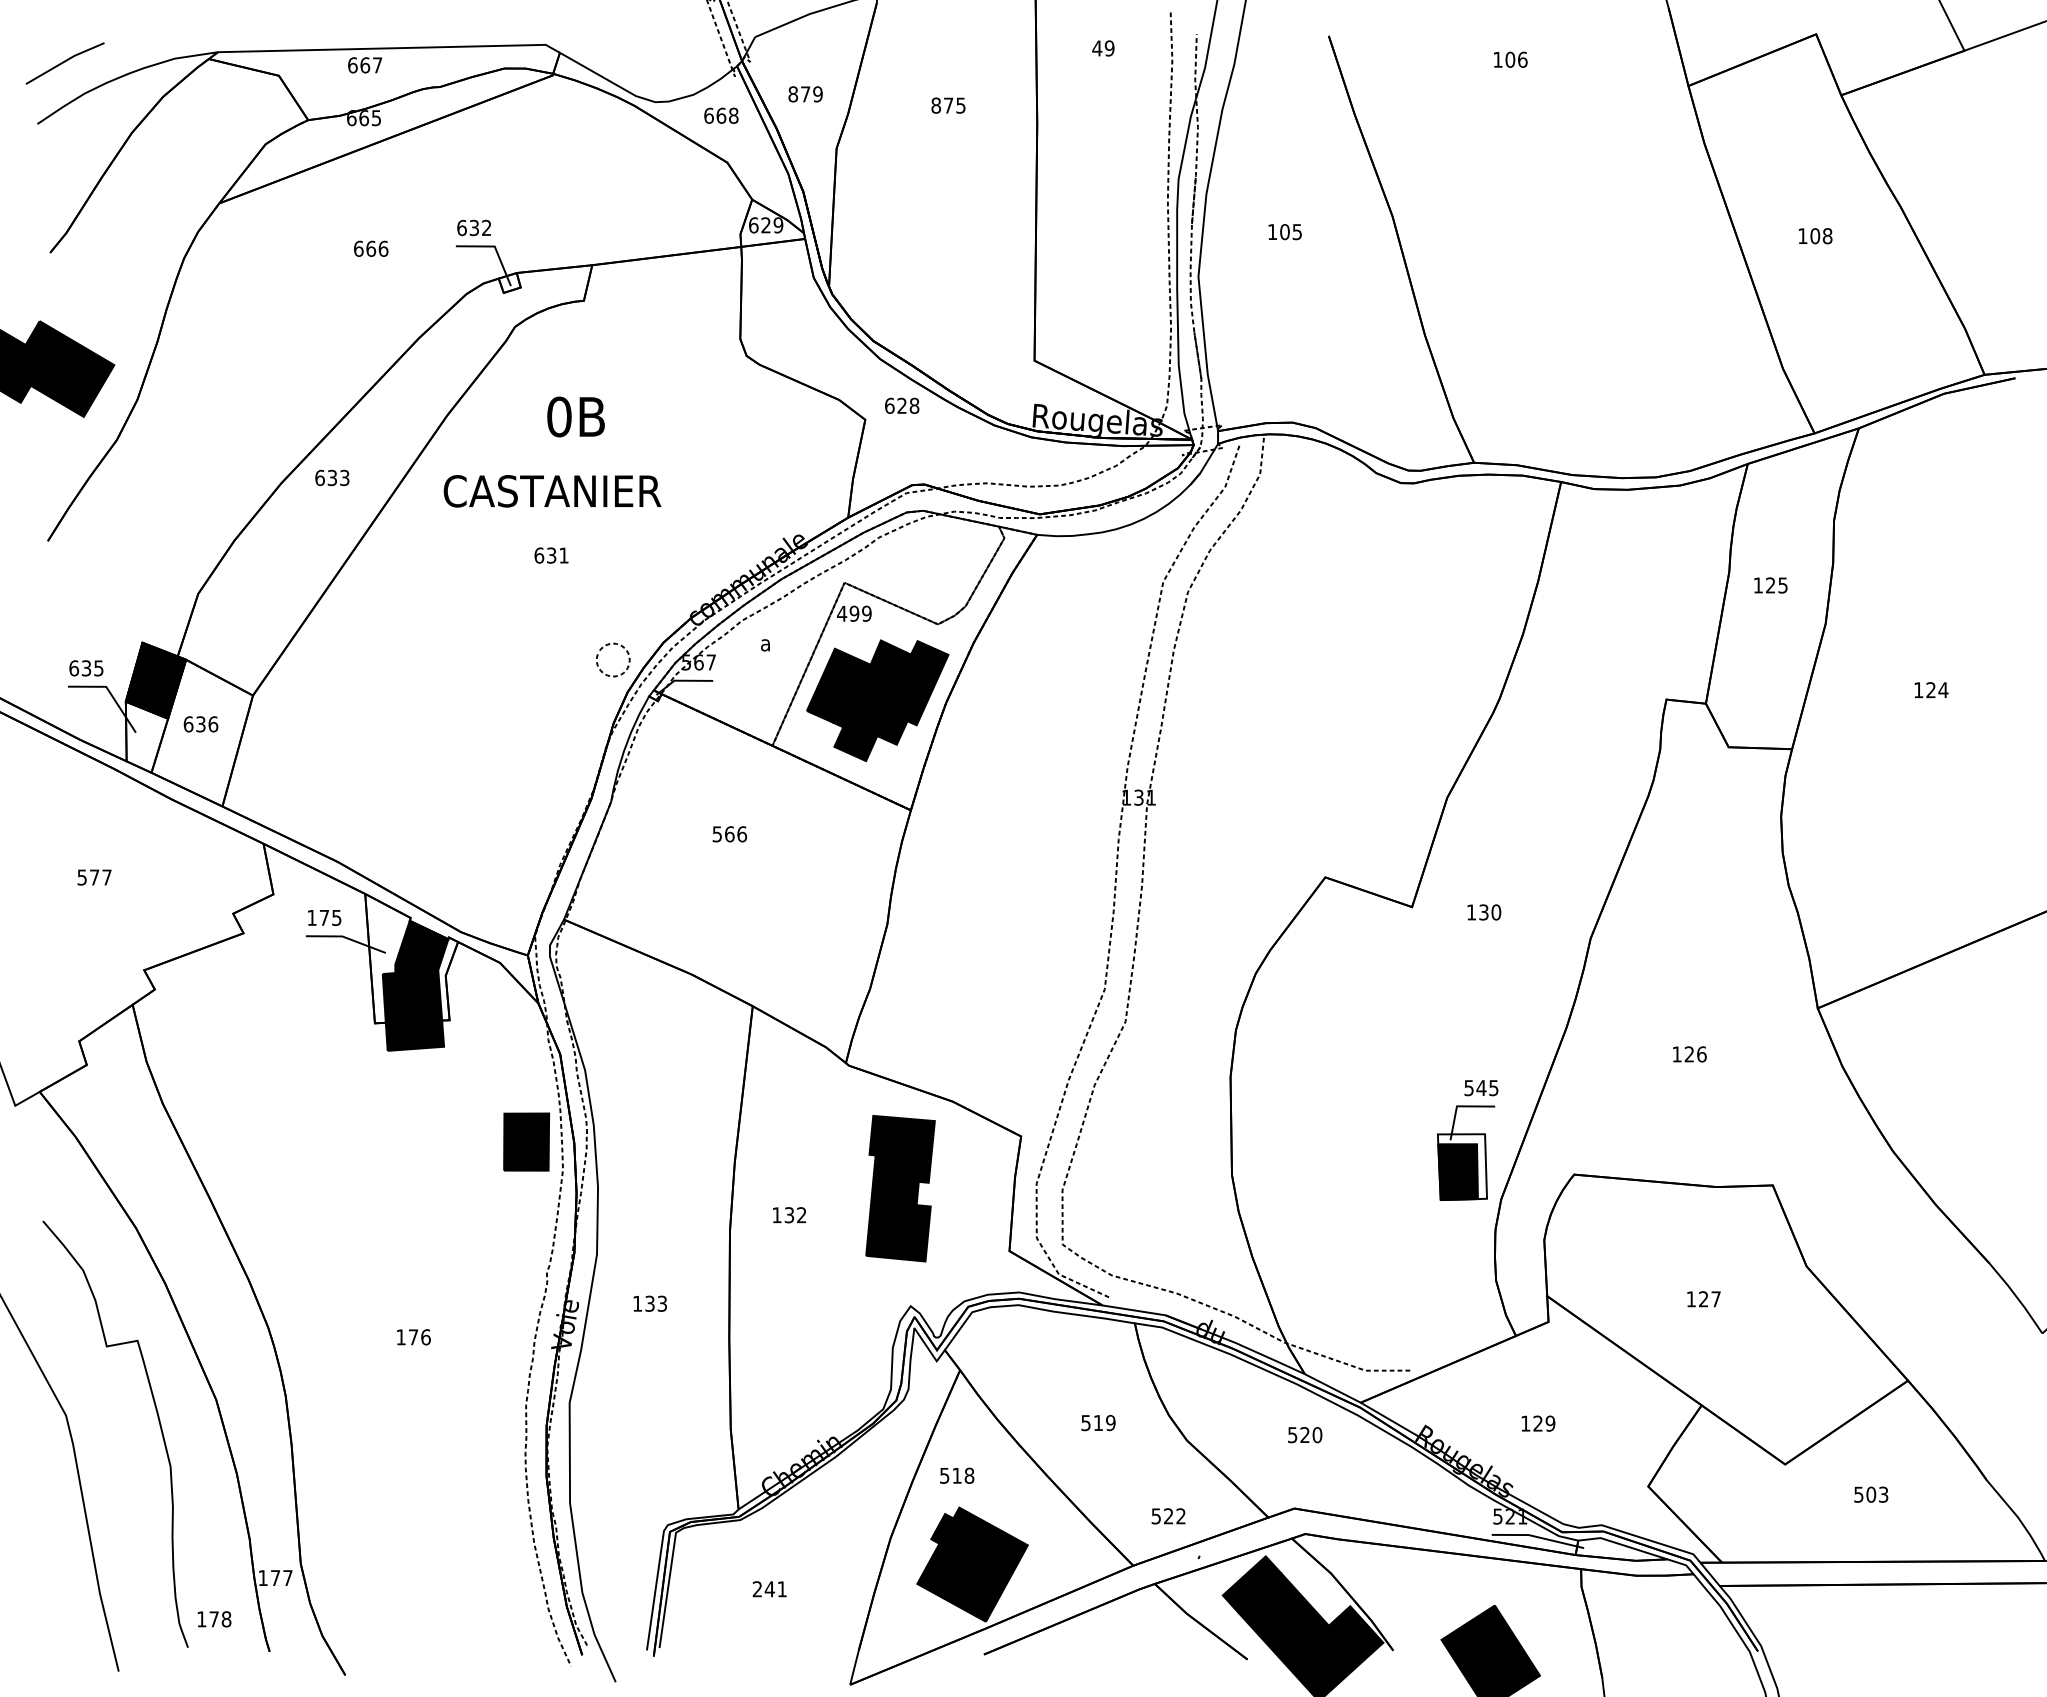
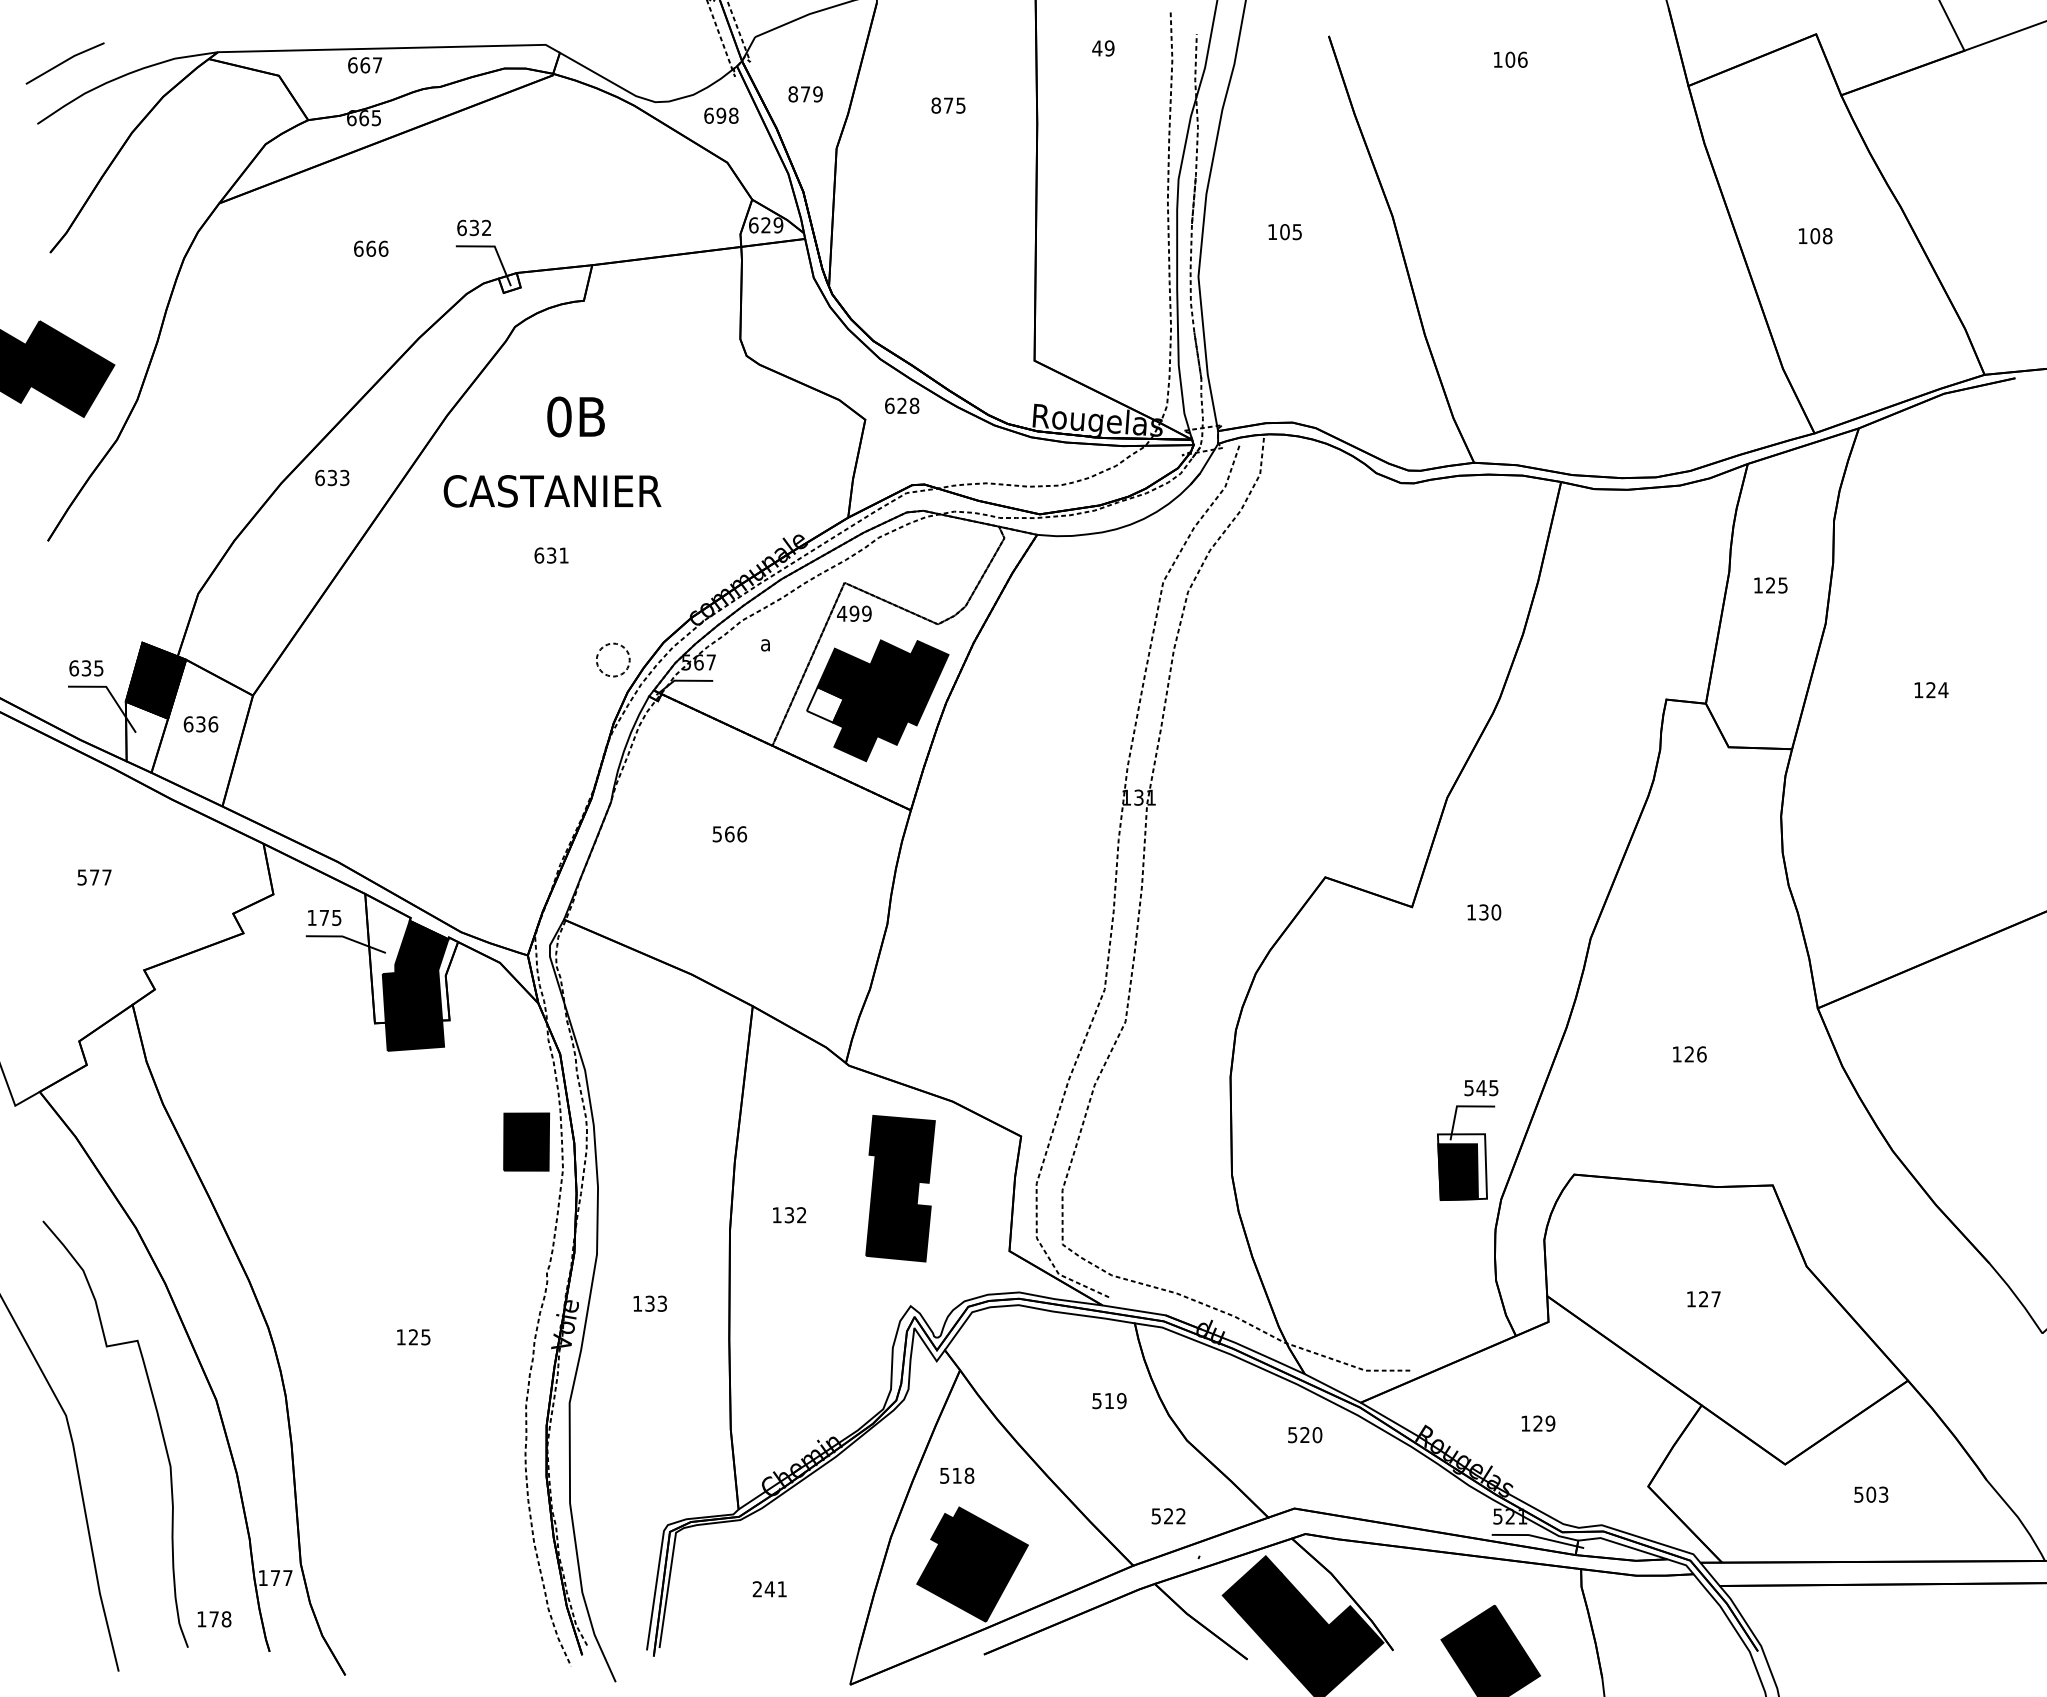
text at (721, 115): 668 -> 698
fill at (824, 704): present -> none
text at (419, 1337): 176 -> 125
text at (1098, 1423) position: (1098, 1423) -> (1109, 1401)
